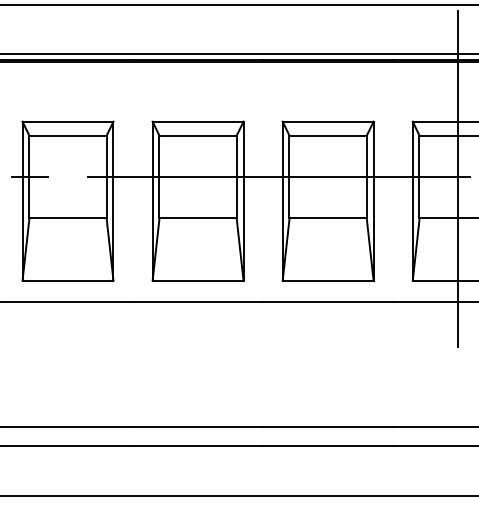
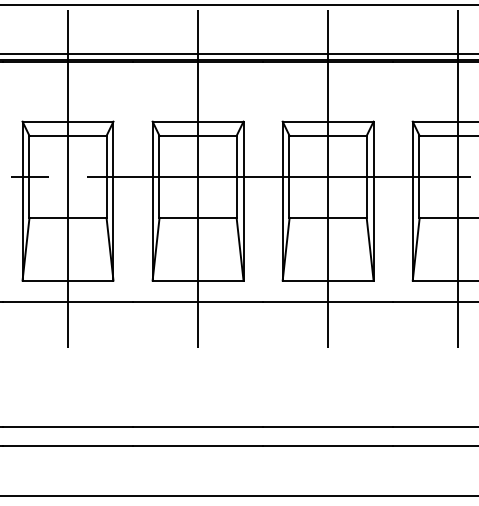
line at (68, 179): none -> present
line at (198, 179): none -> present
line at (328, 179): none -> present
